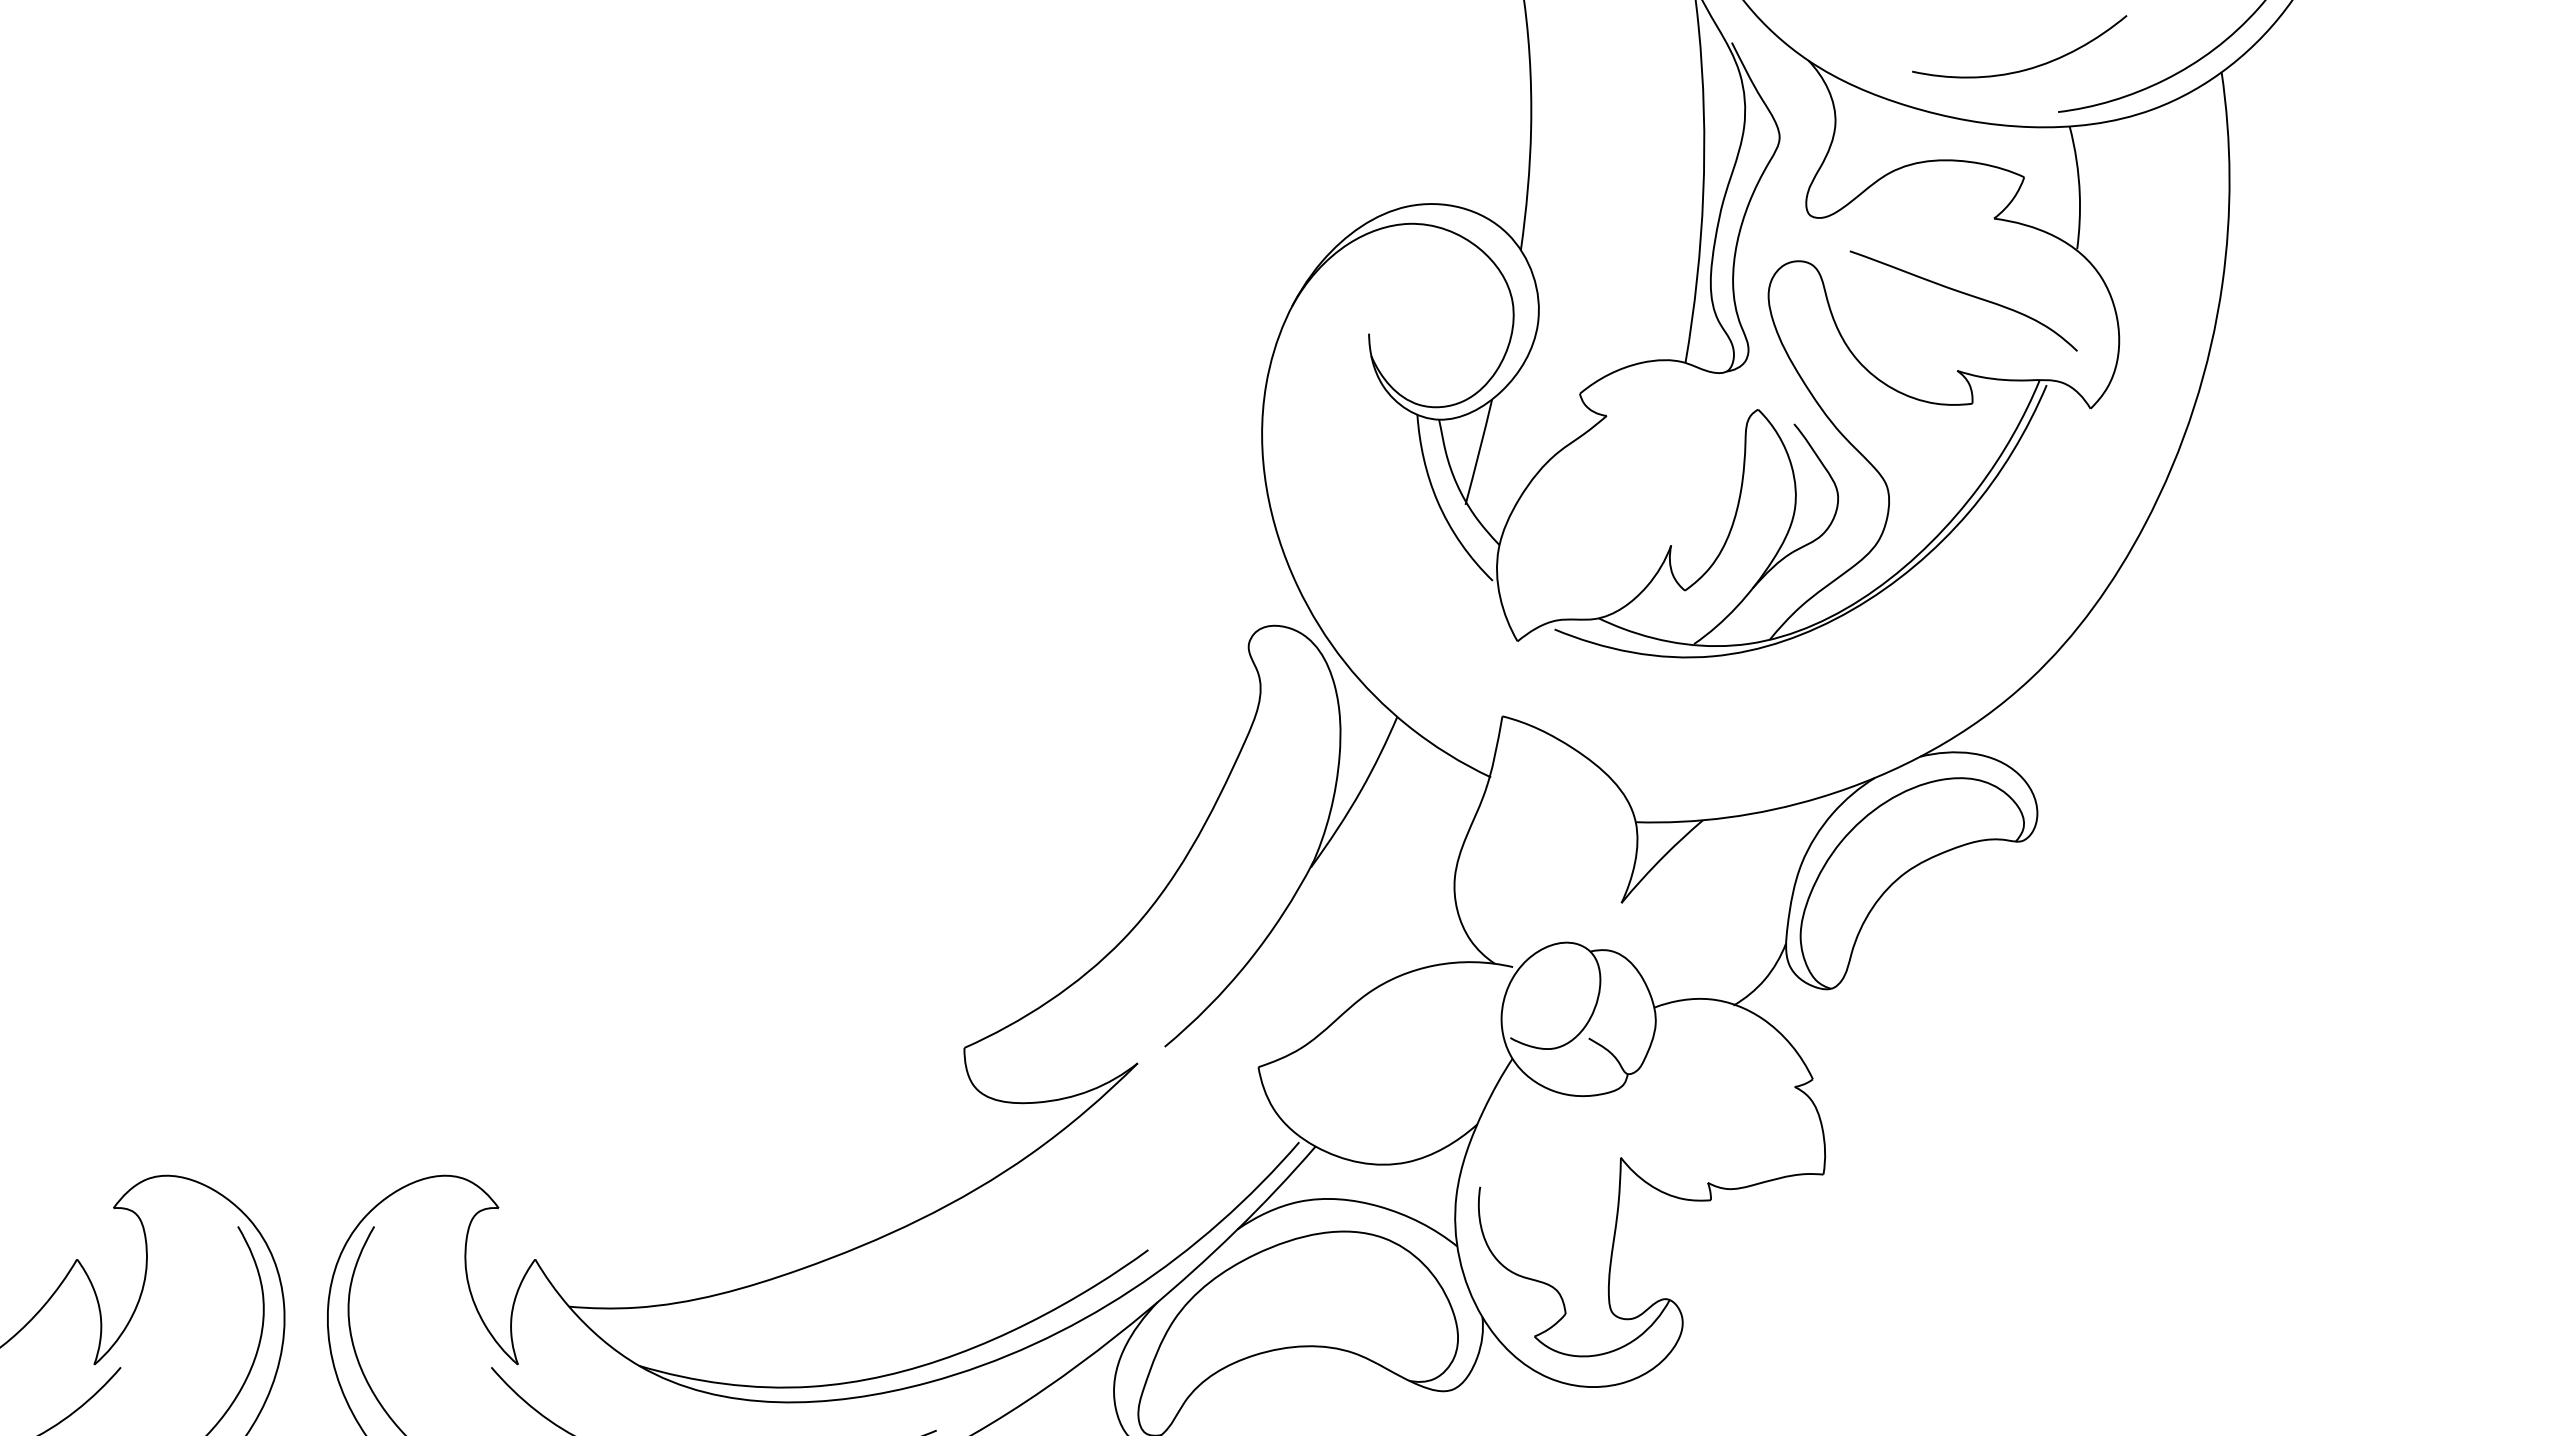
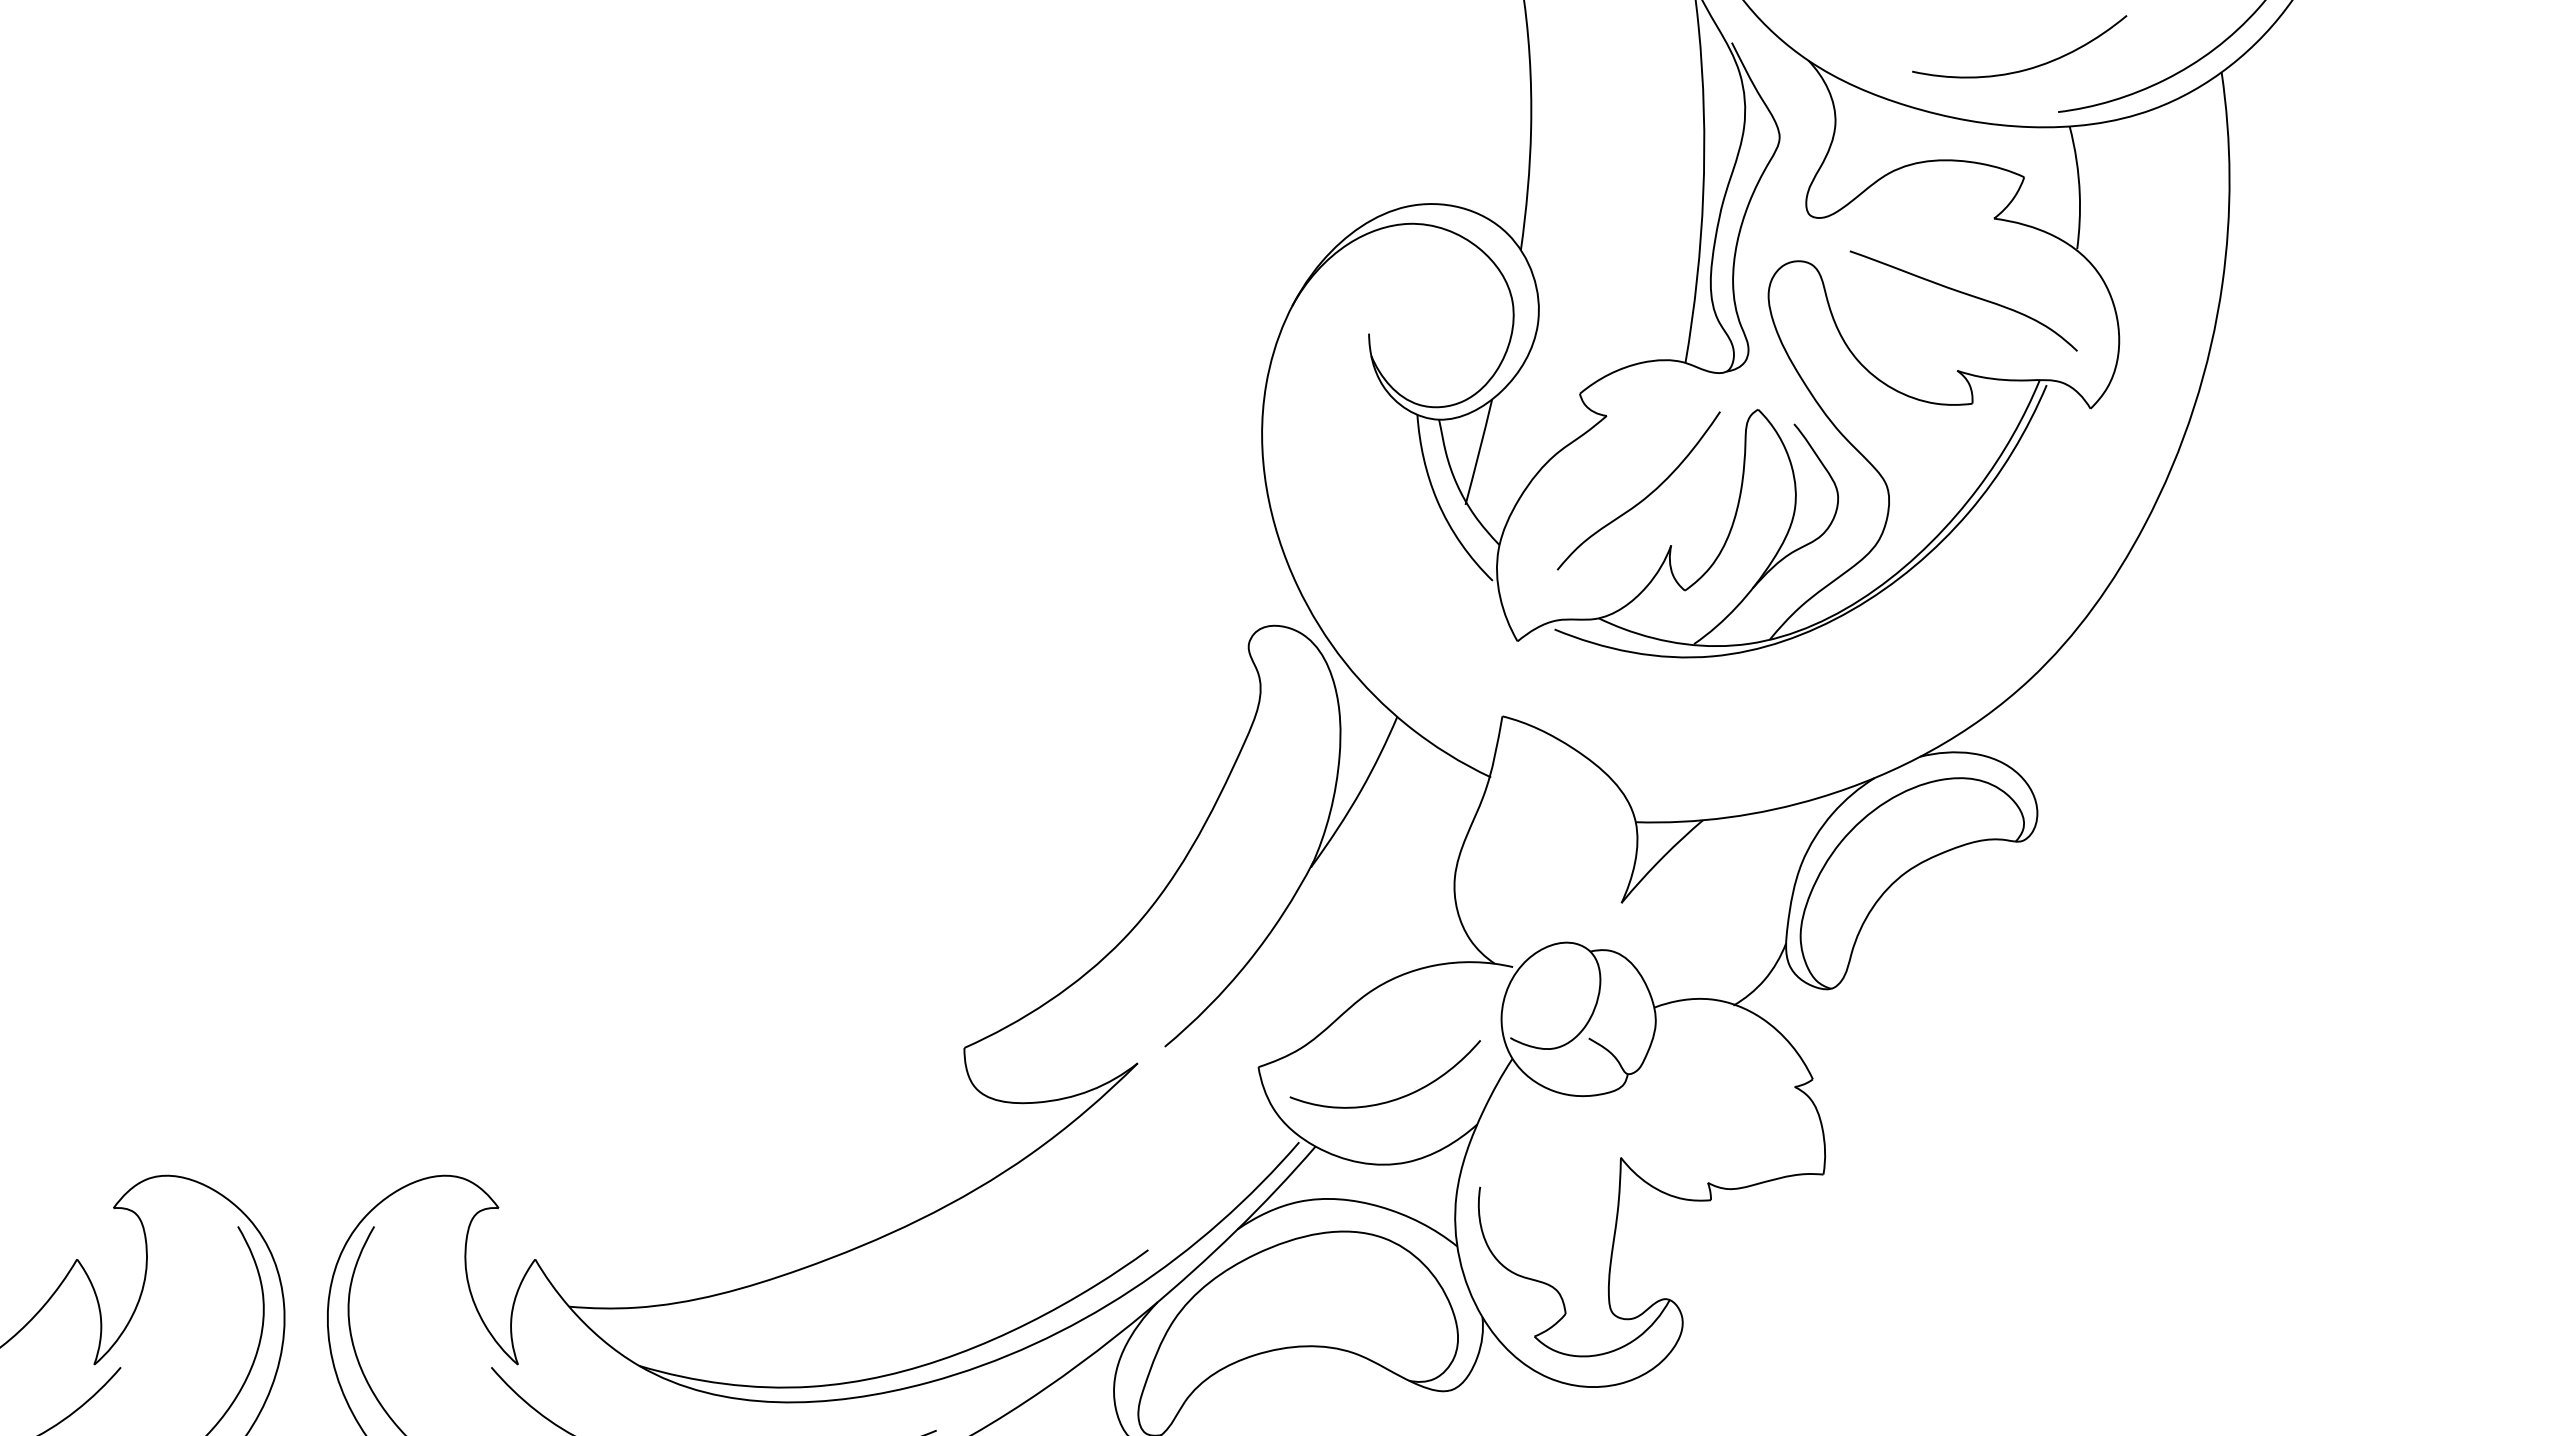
curve at (1644, 497): none -> present
curve at (1392, 1099): none -> present
